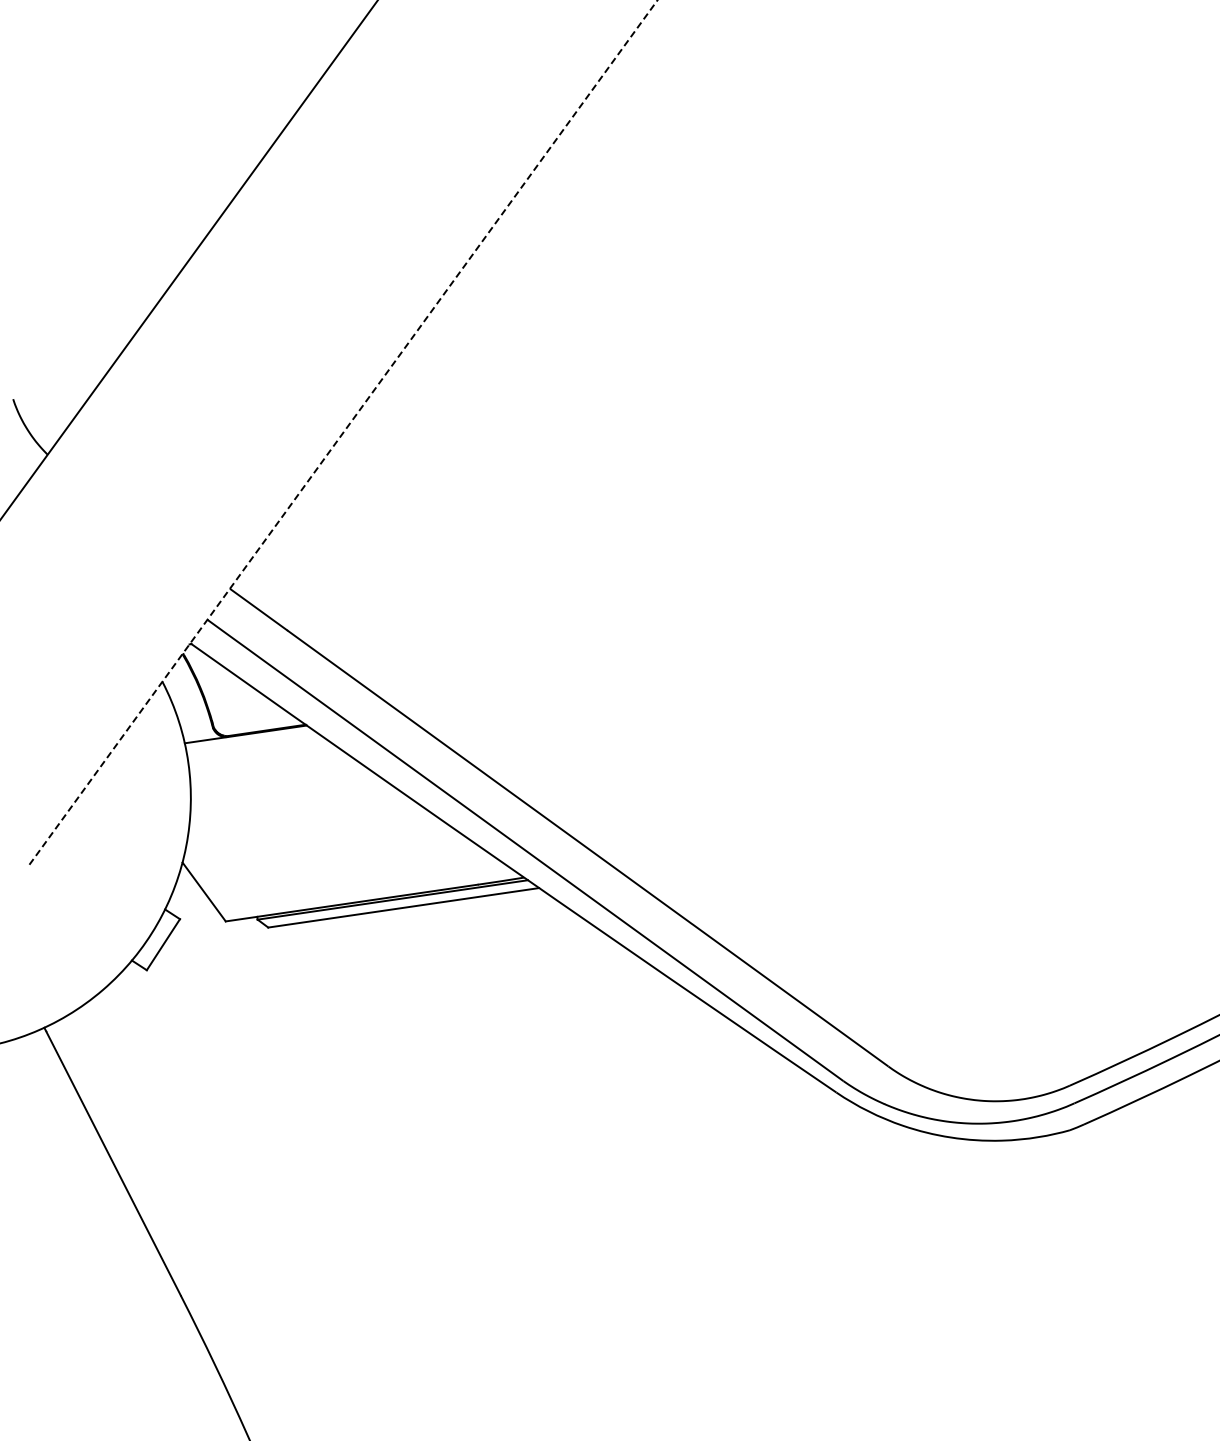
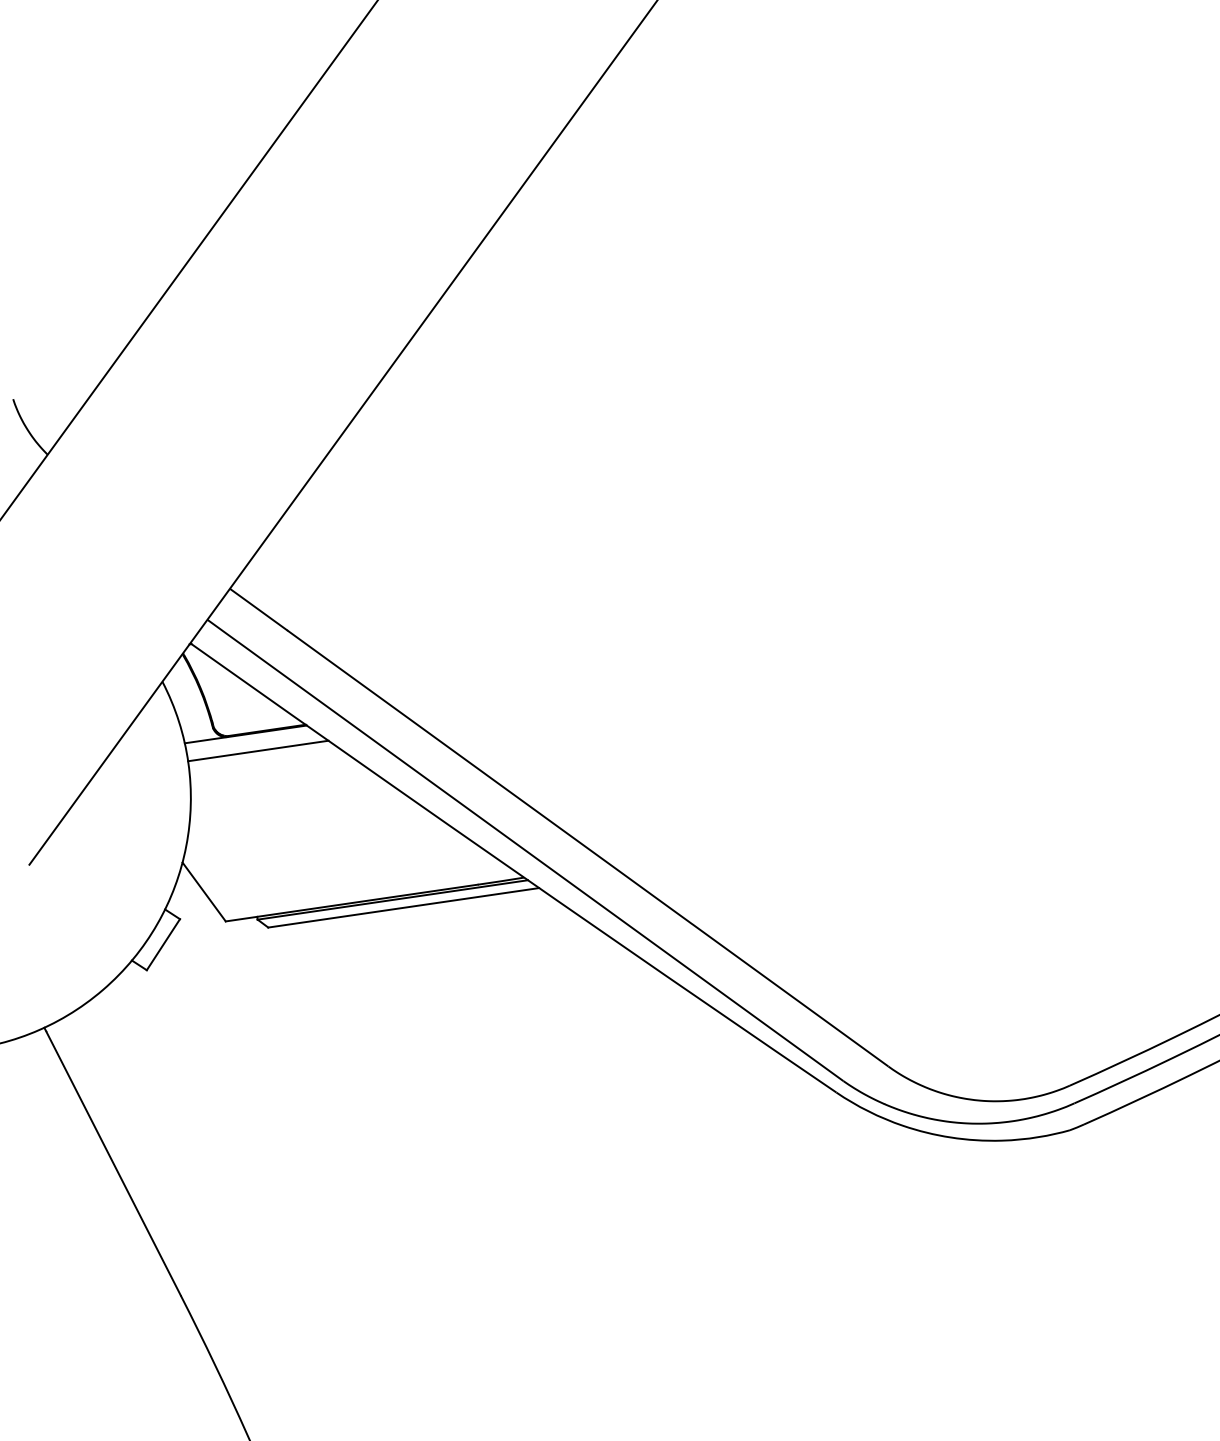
line at (343, 432): dashed -> solid
line at (258, 750): none -> present
